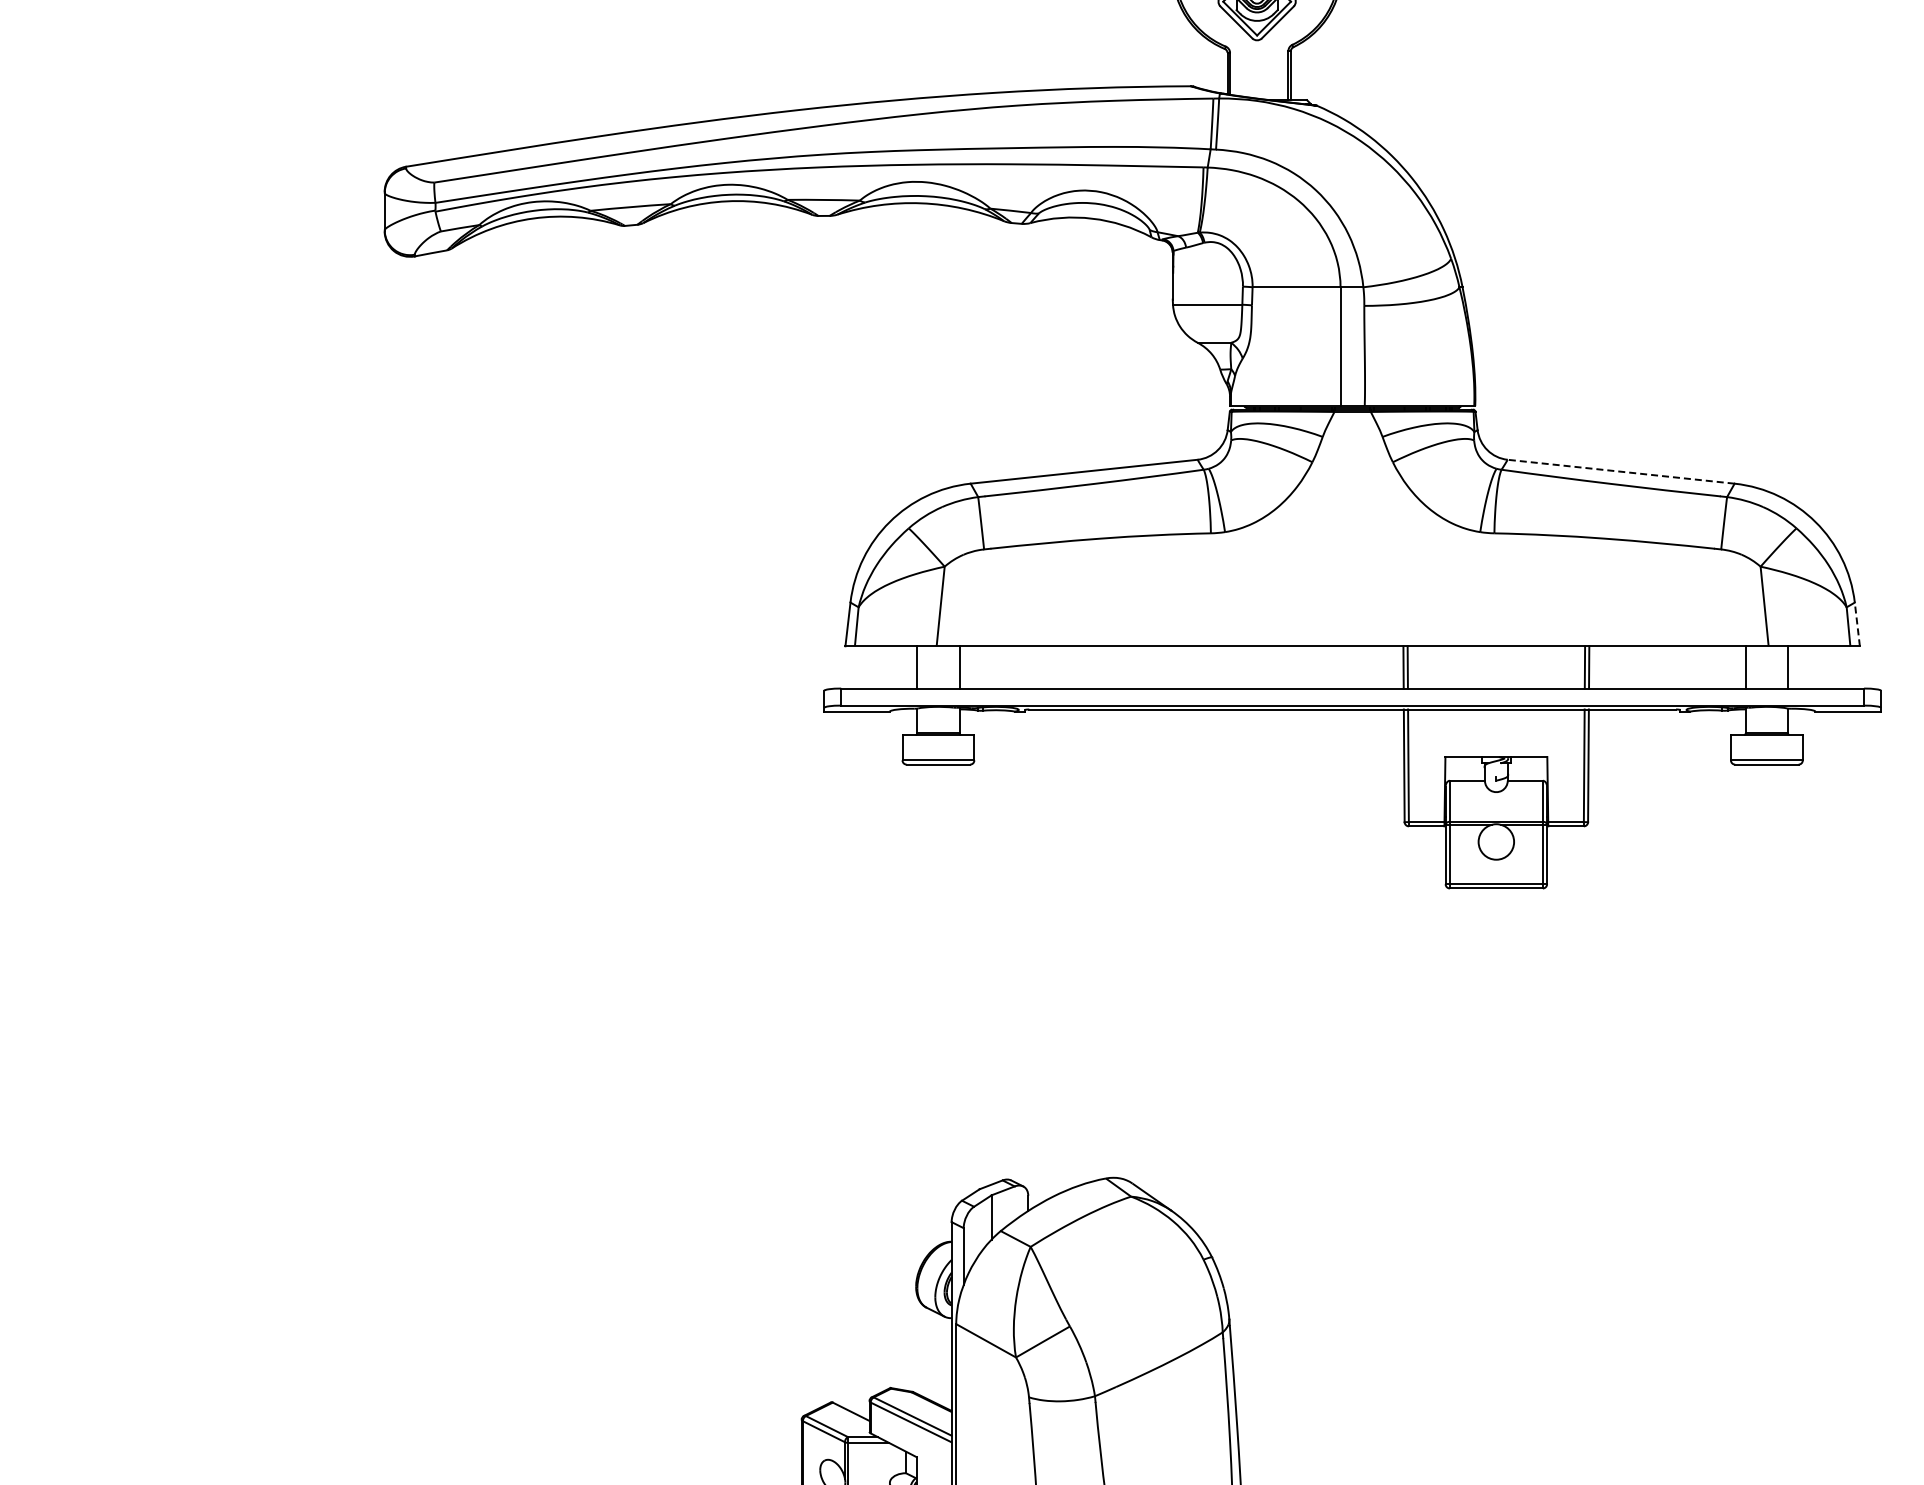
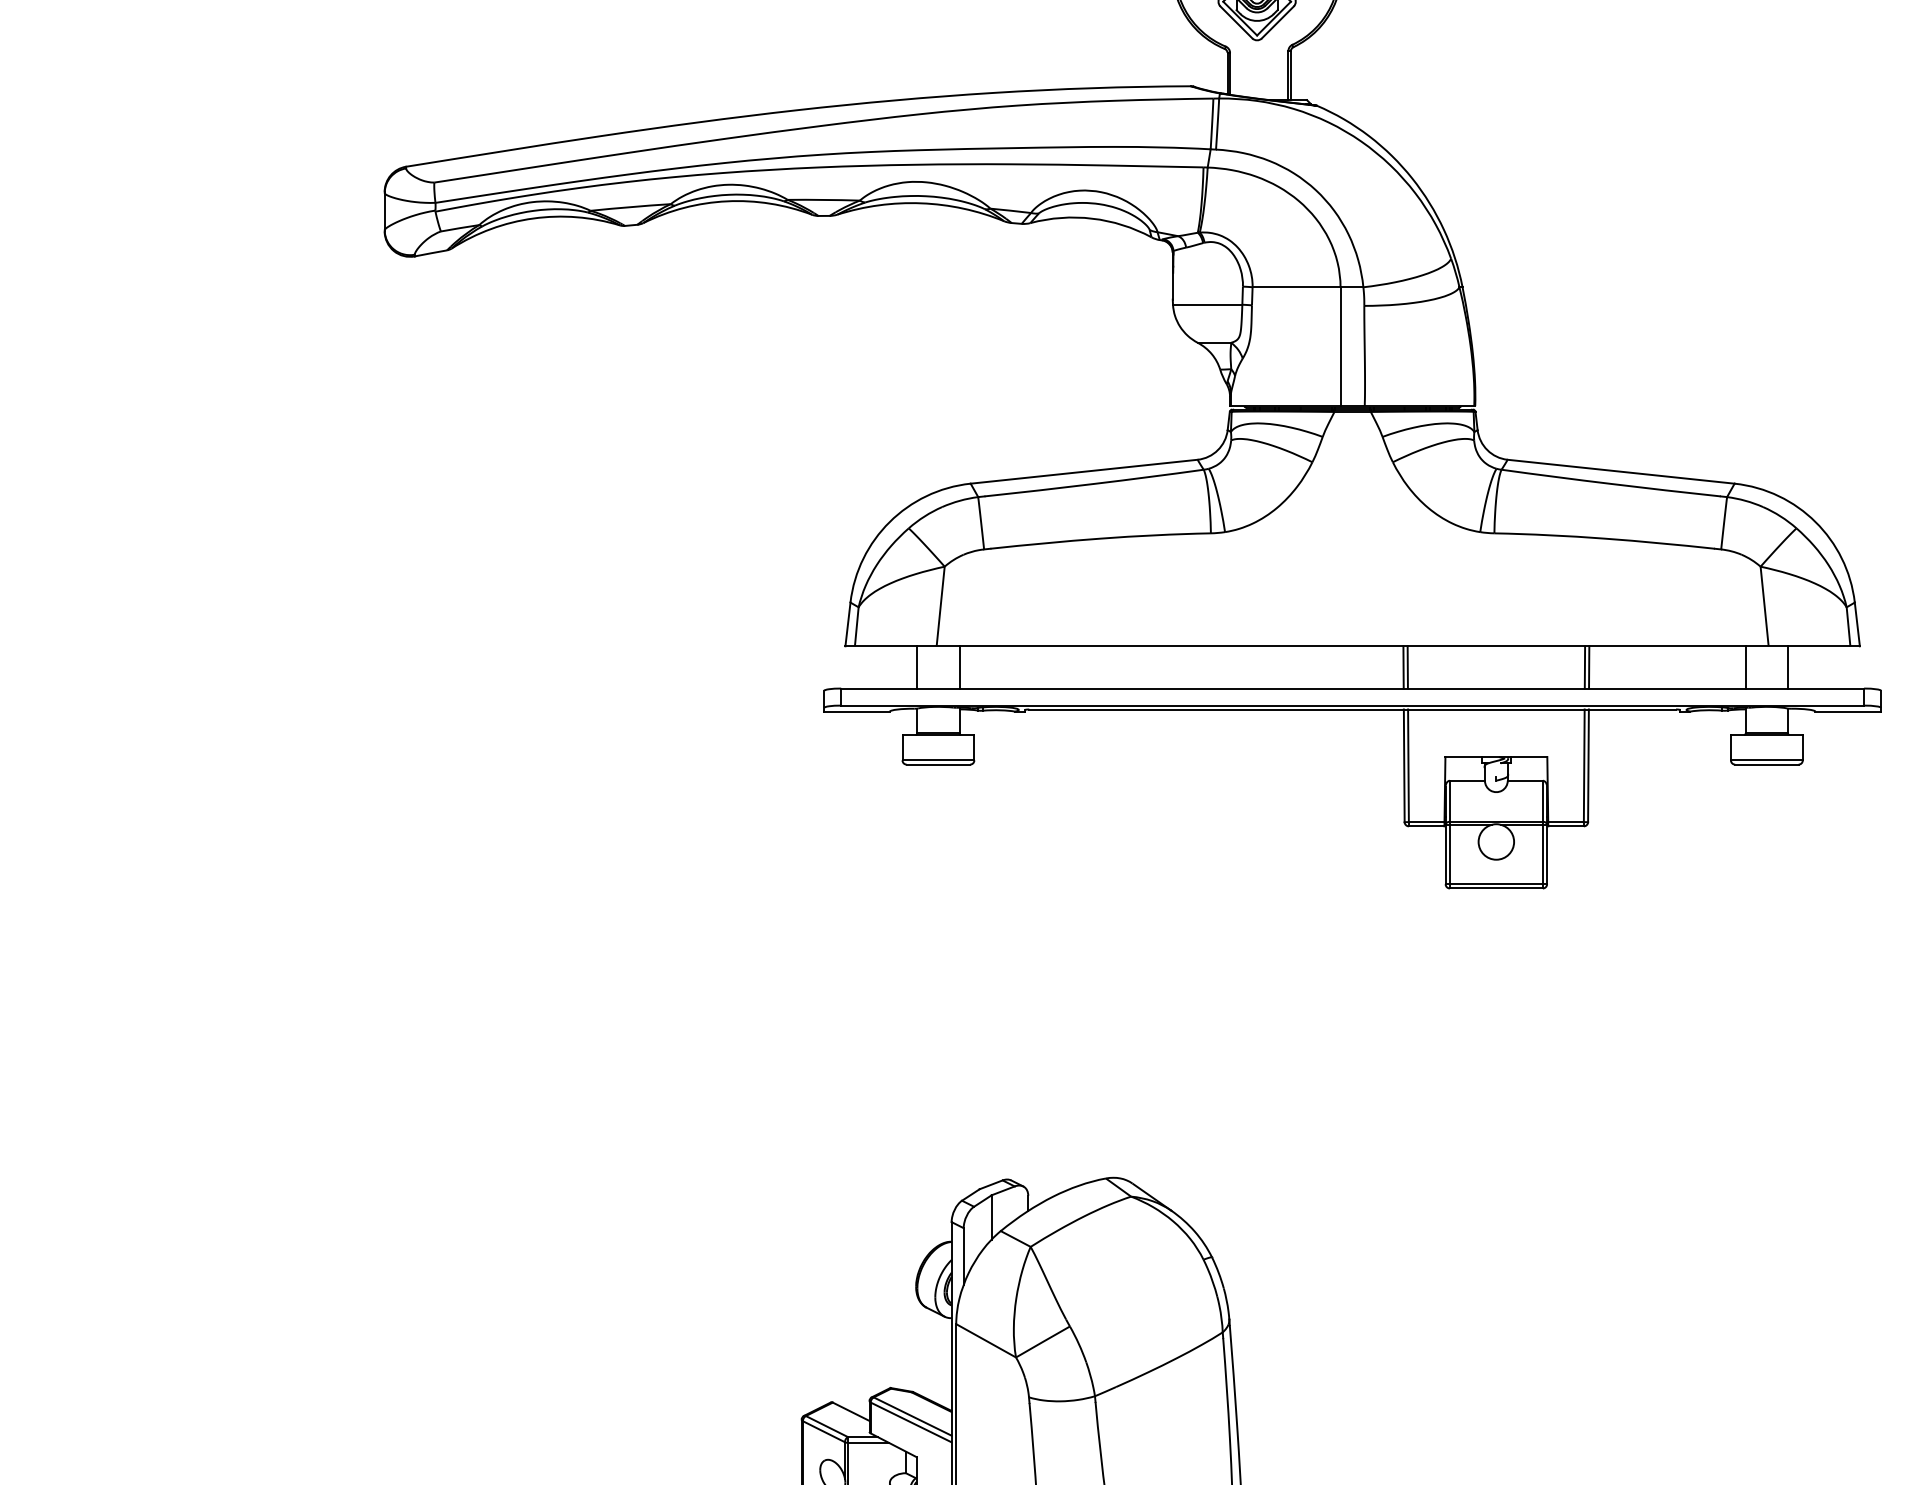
line at (1620, 471): dashed -> solid
line at (1857, 624): dashed -> solid
